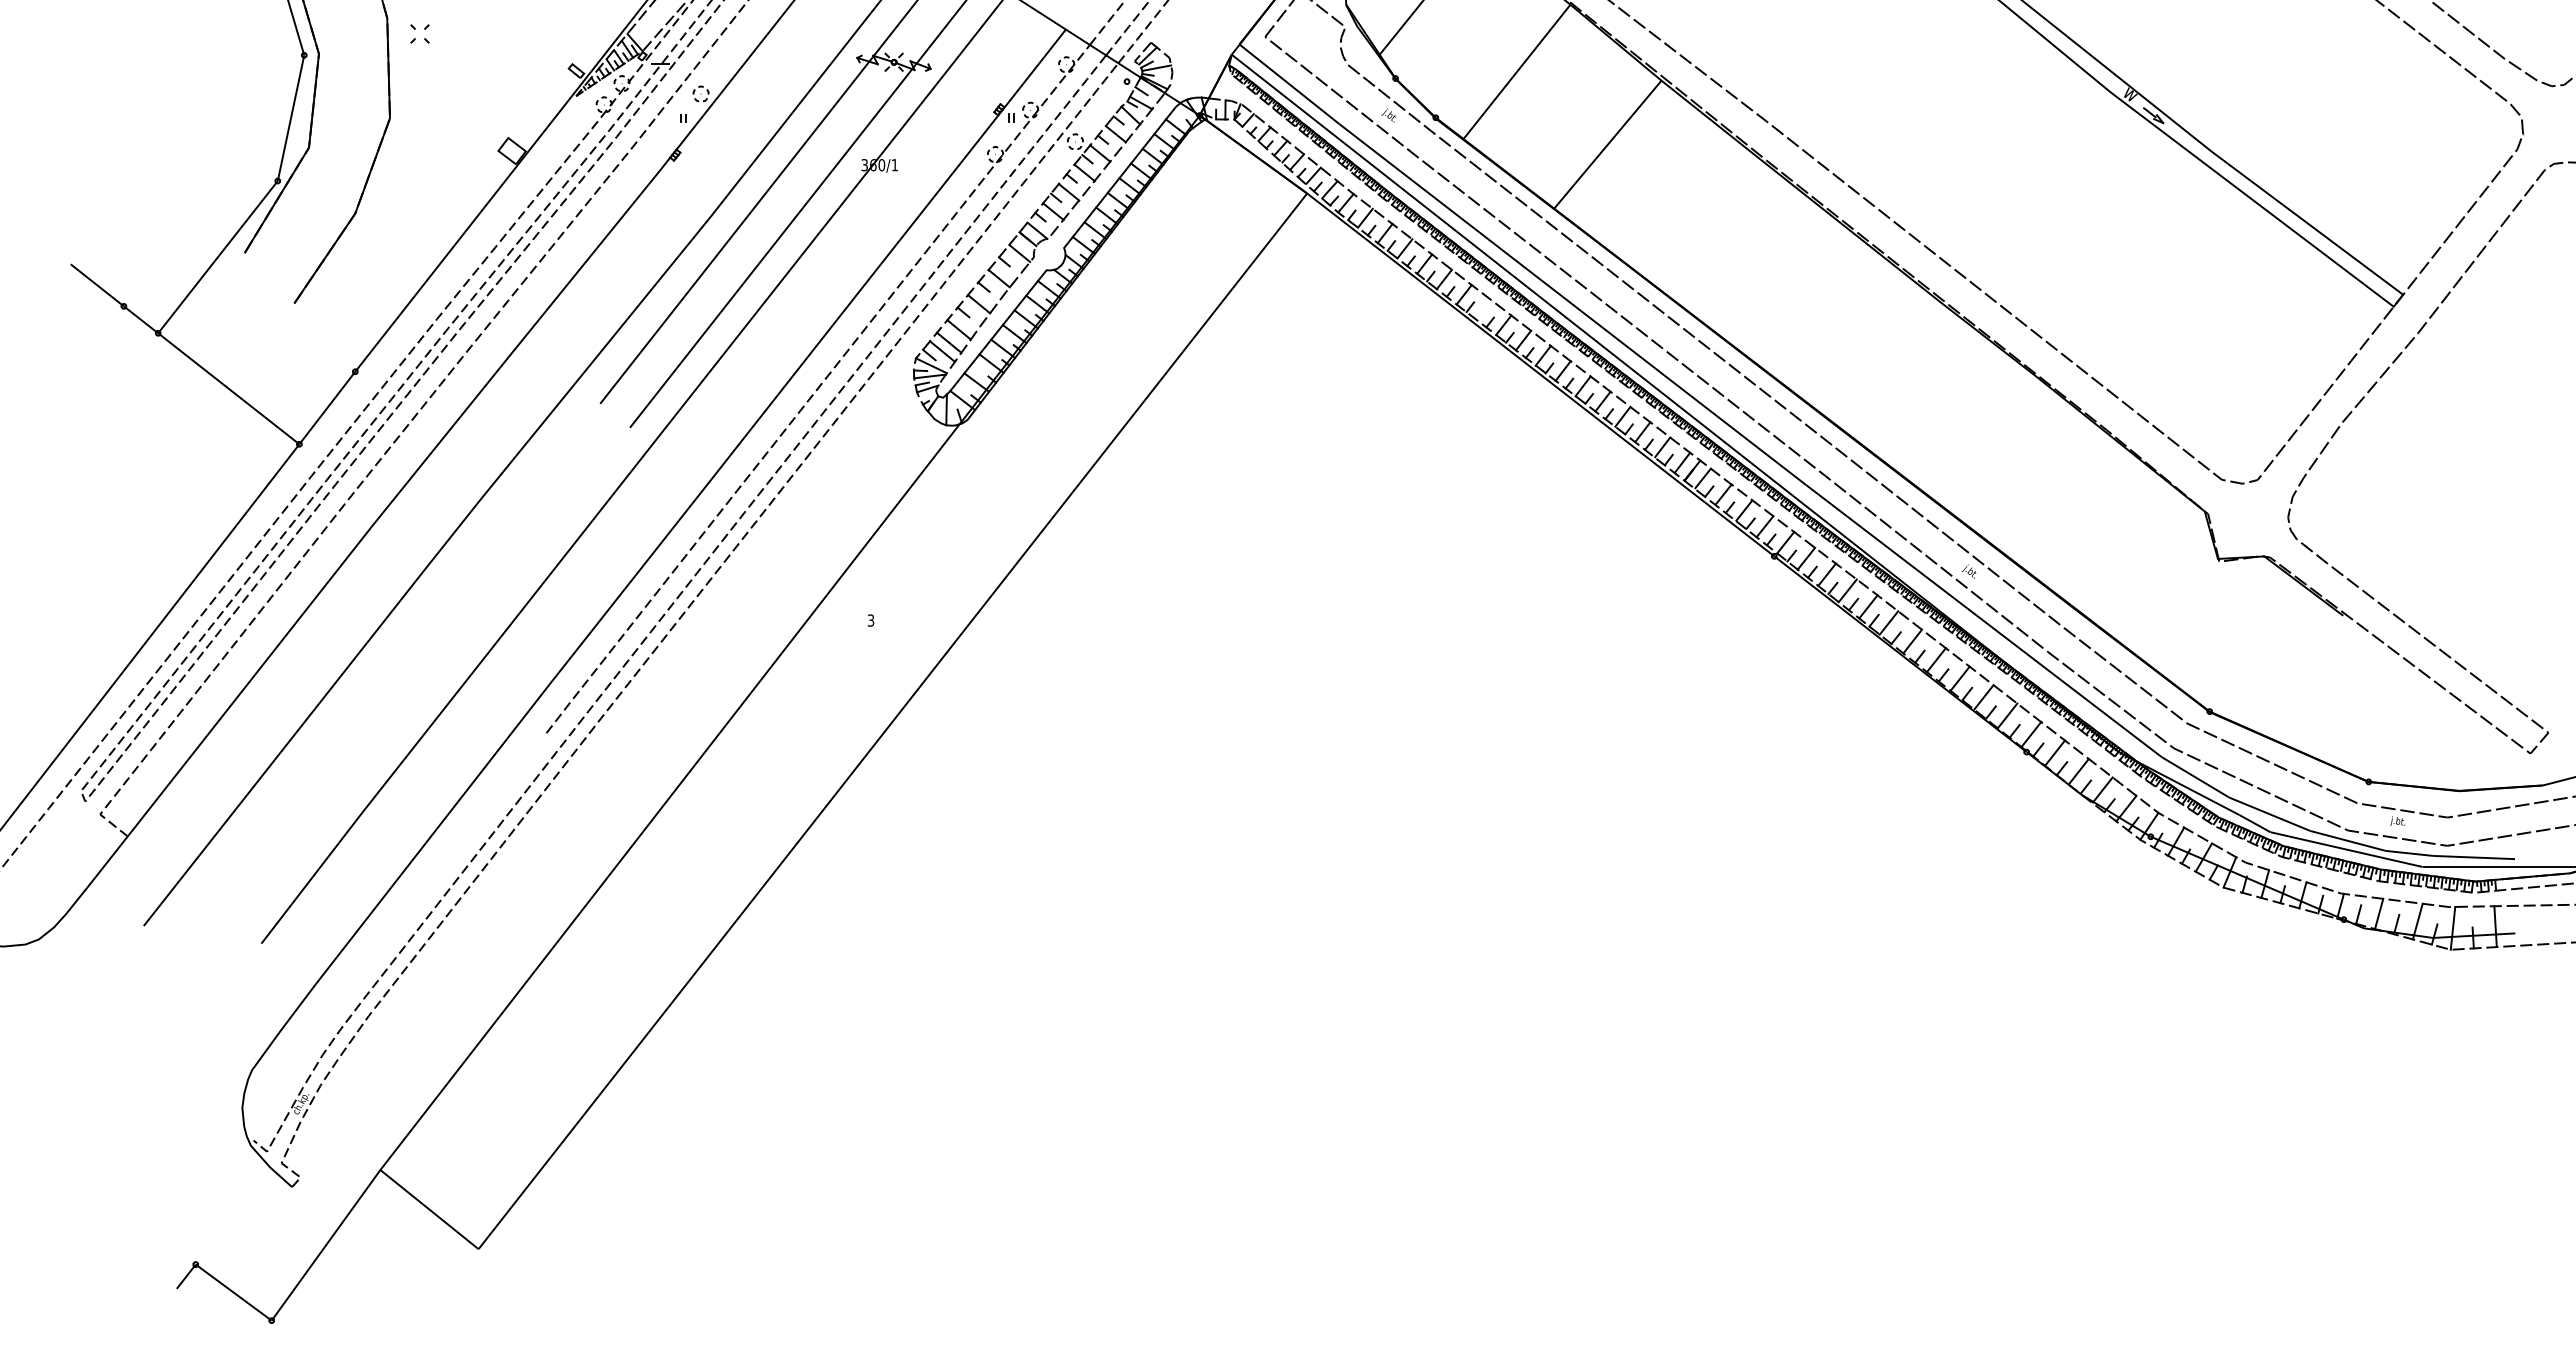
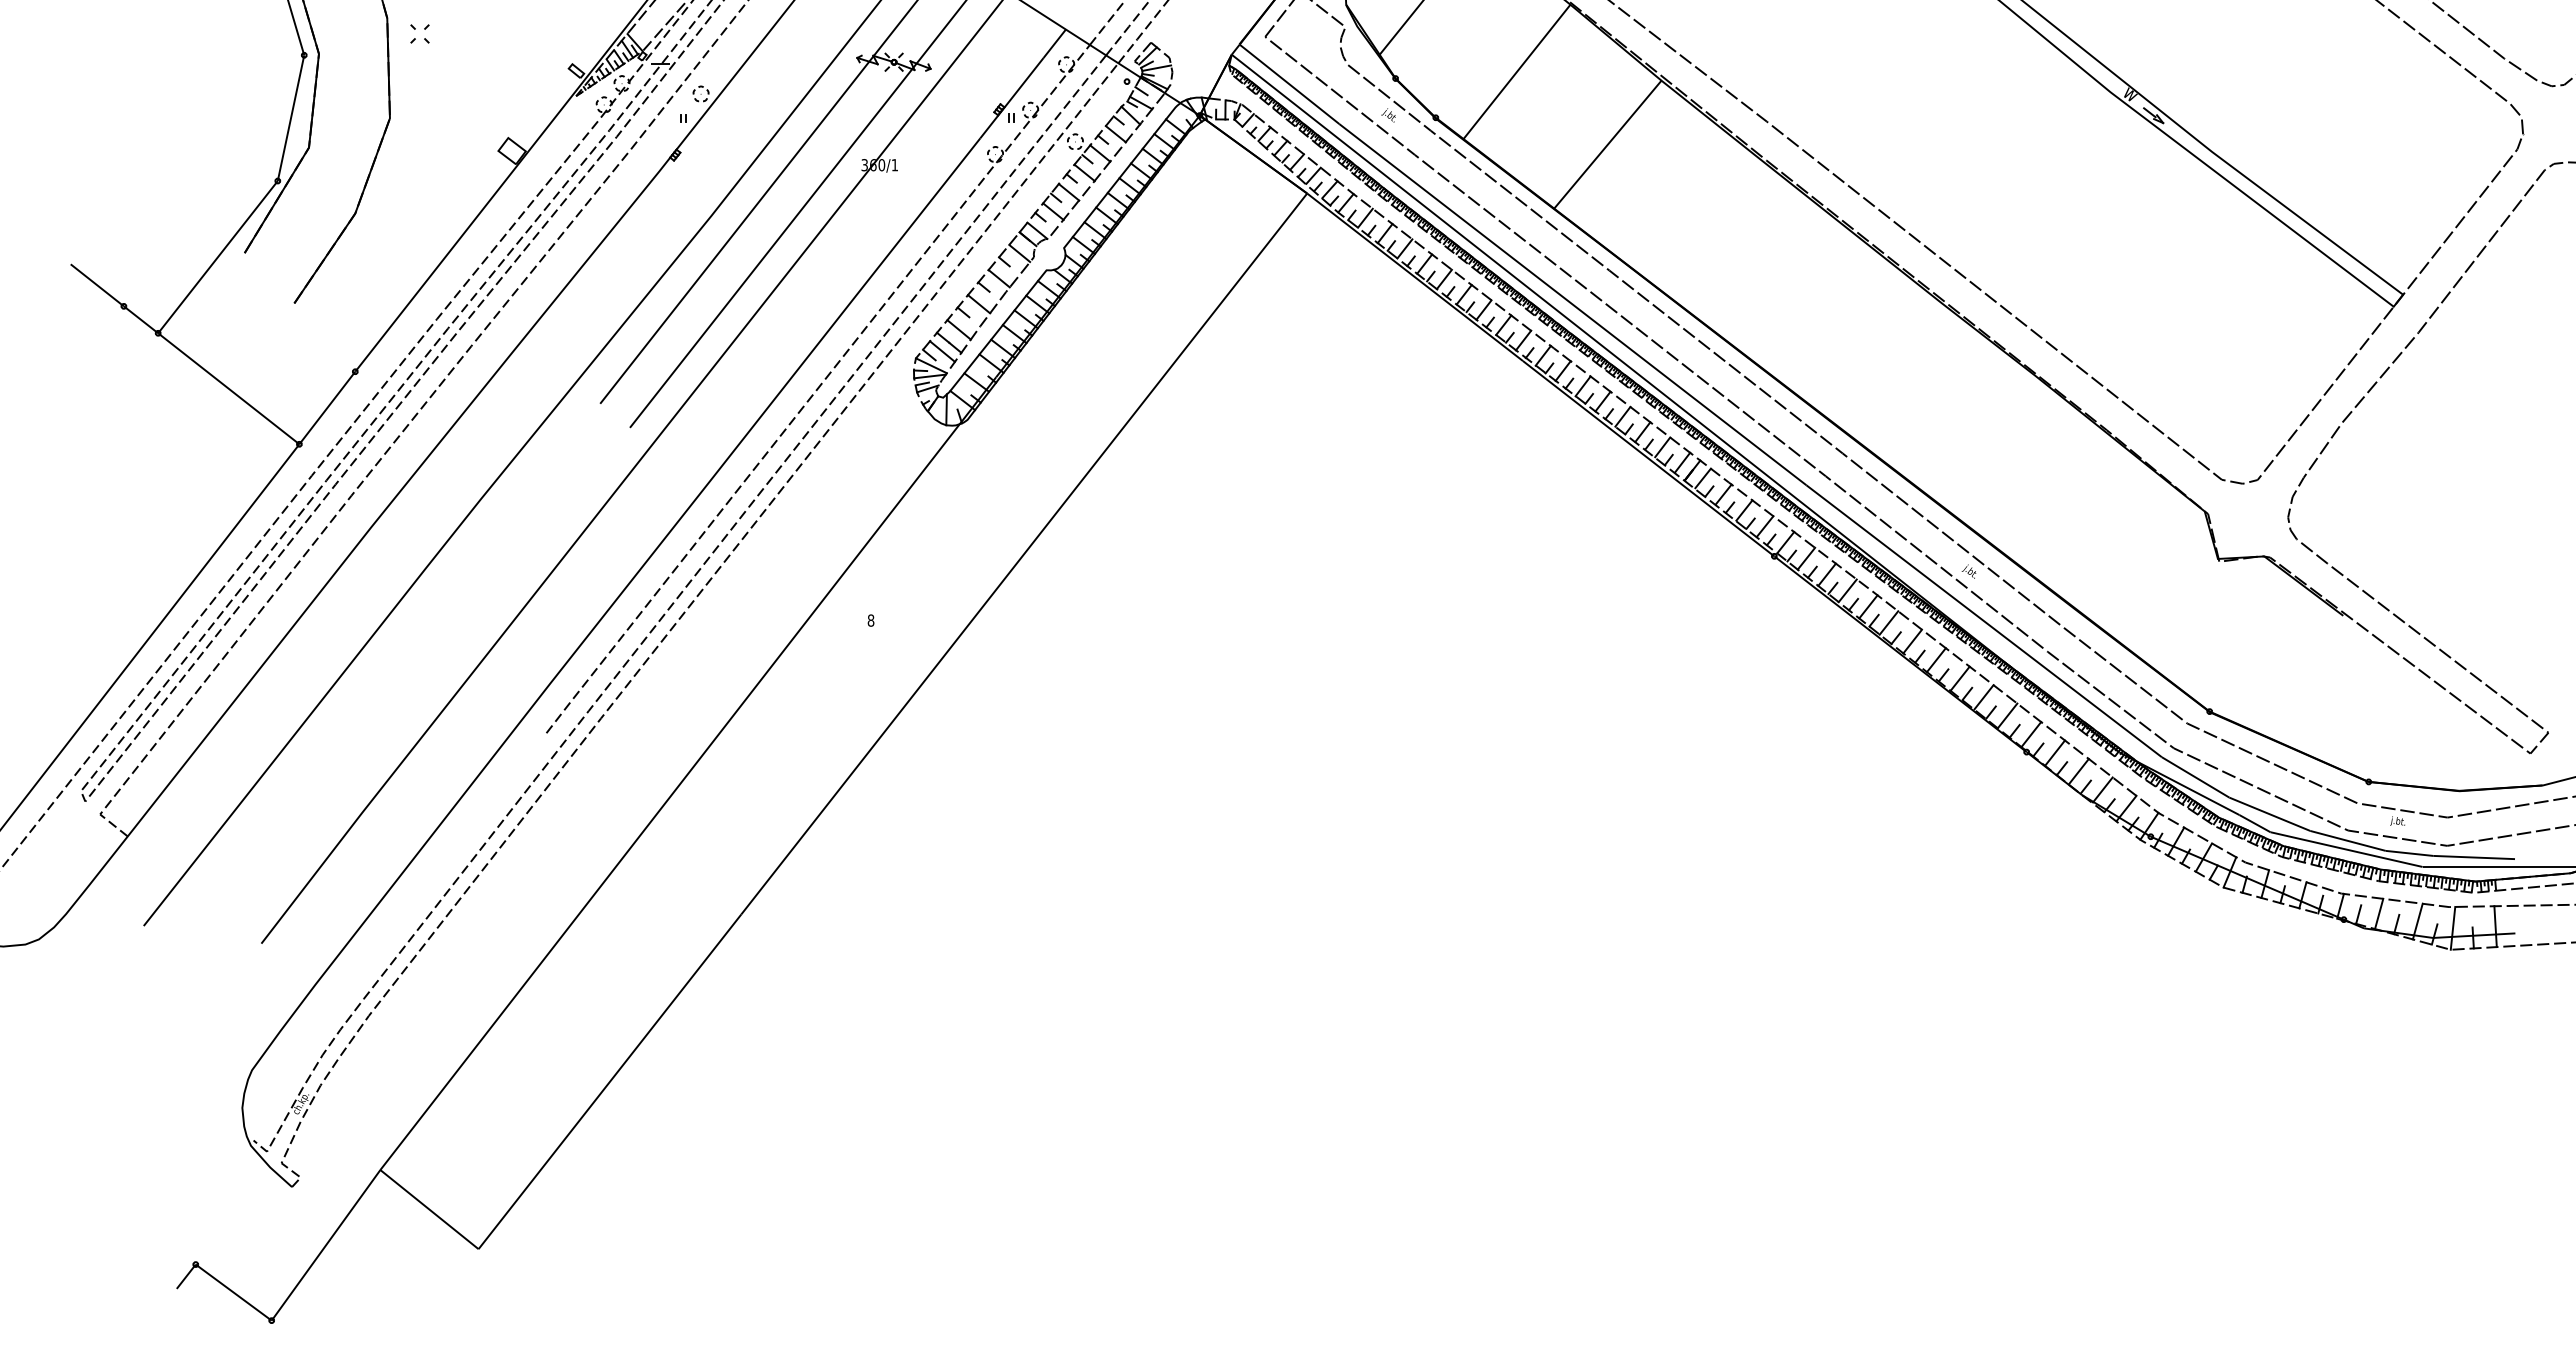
line at (1483, 309): none -> present
text at (870, 620): 3 -> 8
